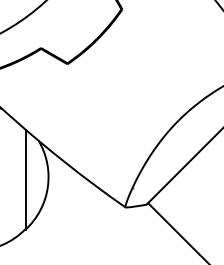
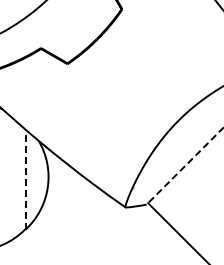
line at (184, 166): solid -> dashed
line at (25, 179): solid -> dashed
